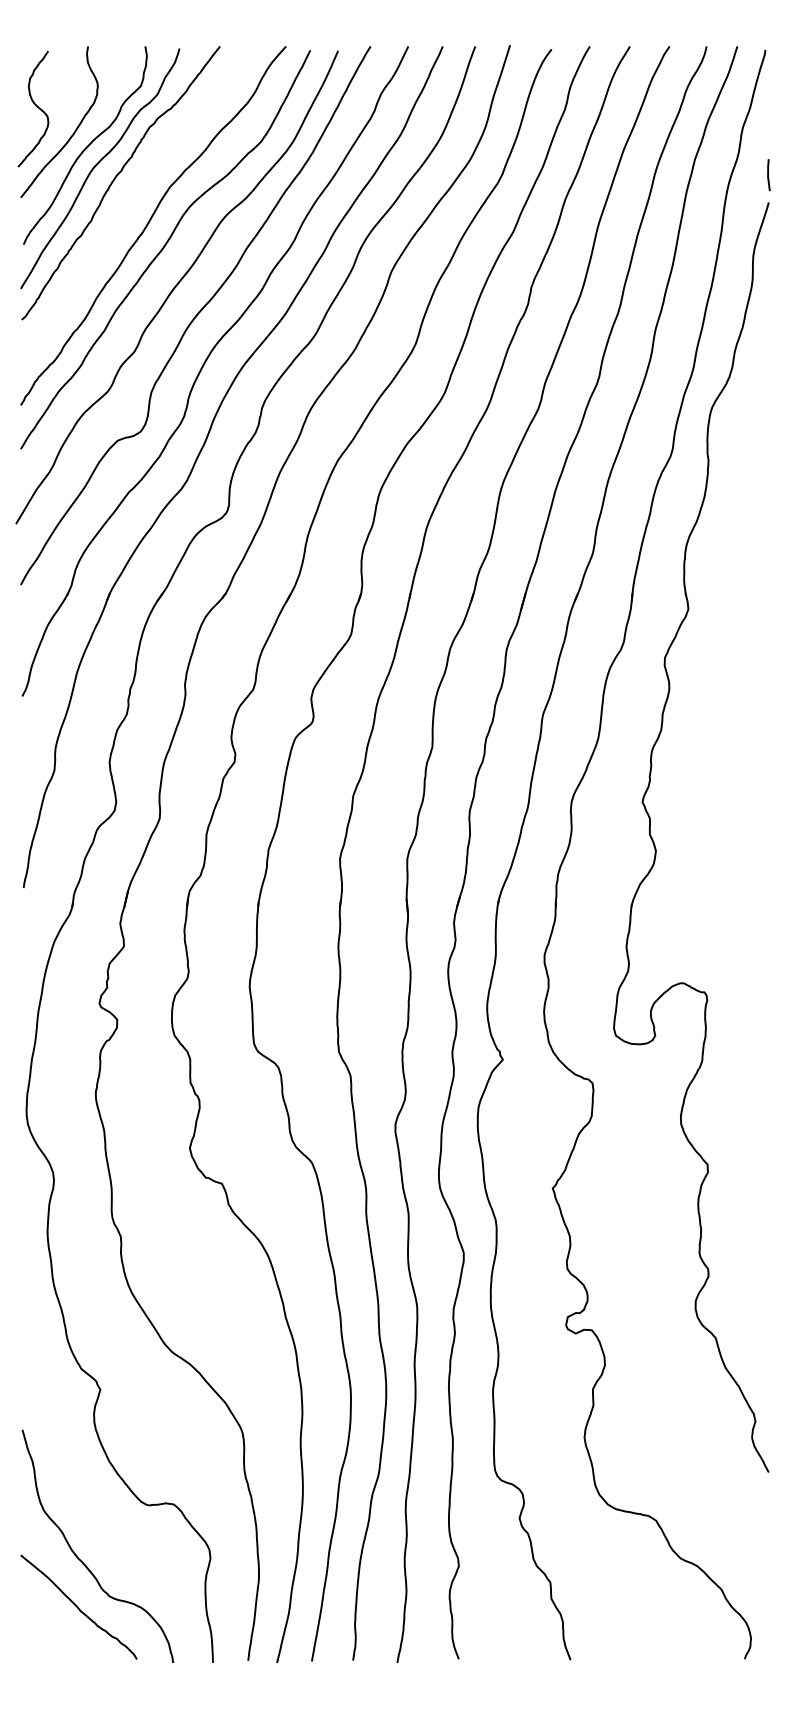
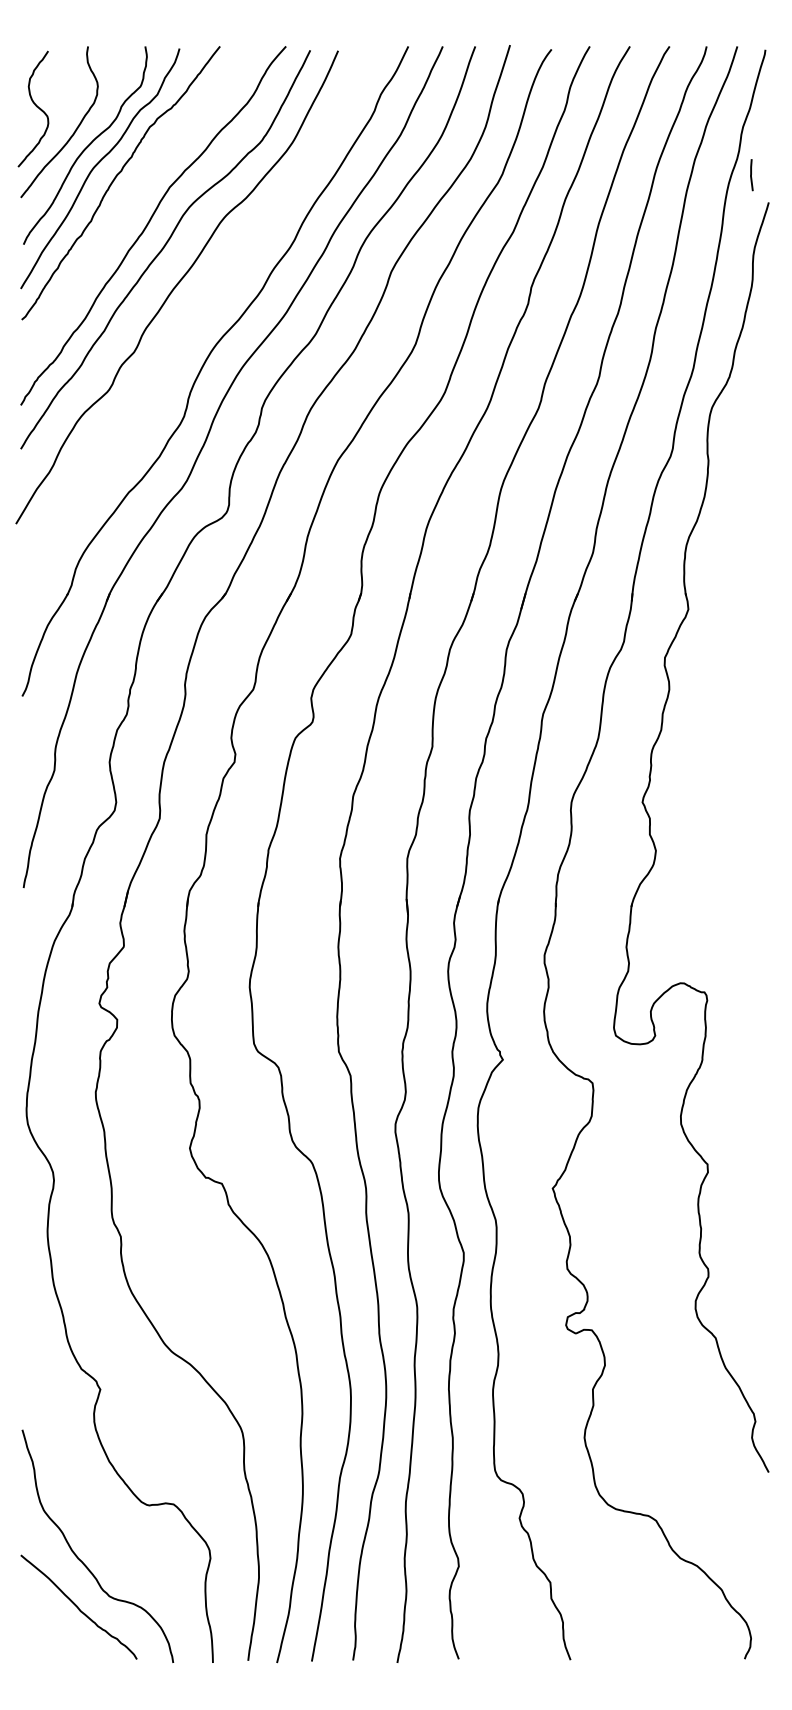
line at (768, 175) position: (768, 175) -> (751, 175)
curve at (195, 315): present -> none
